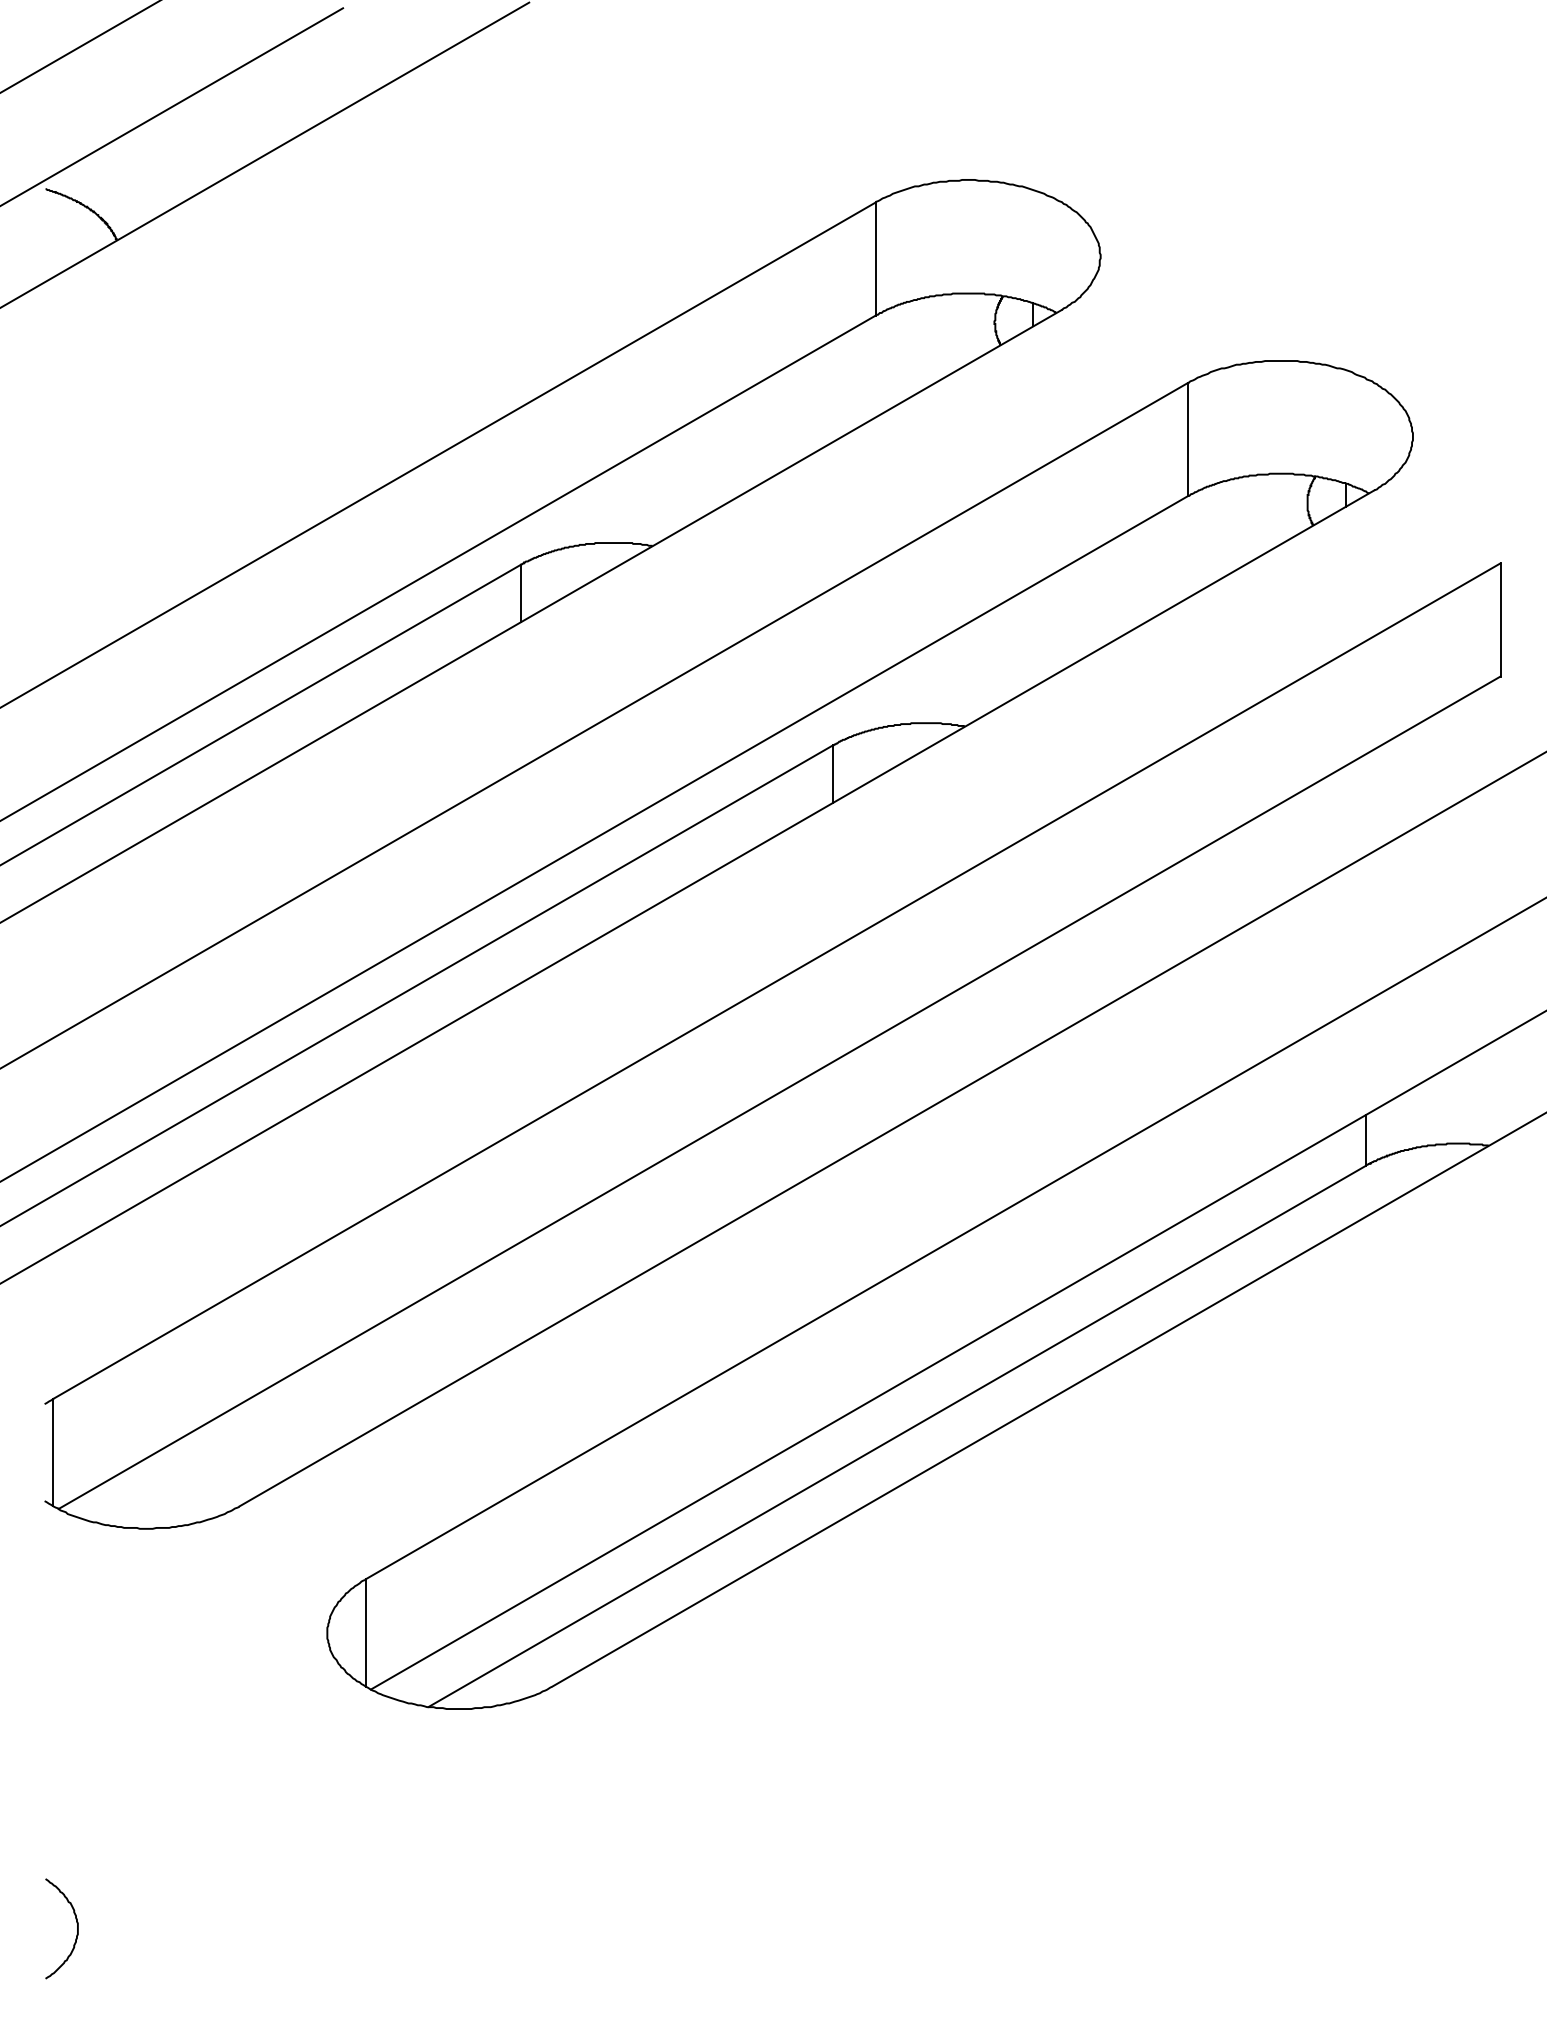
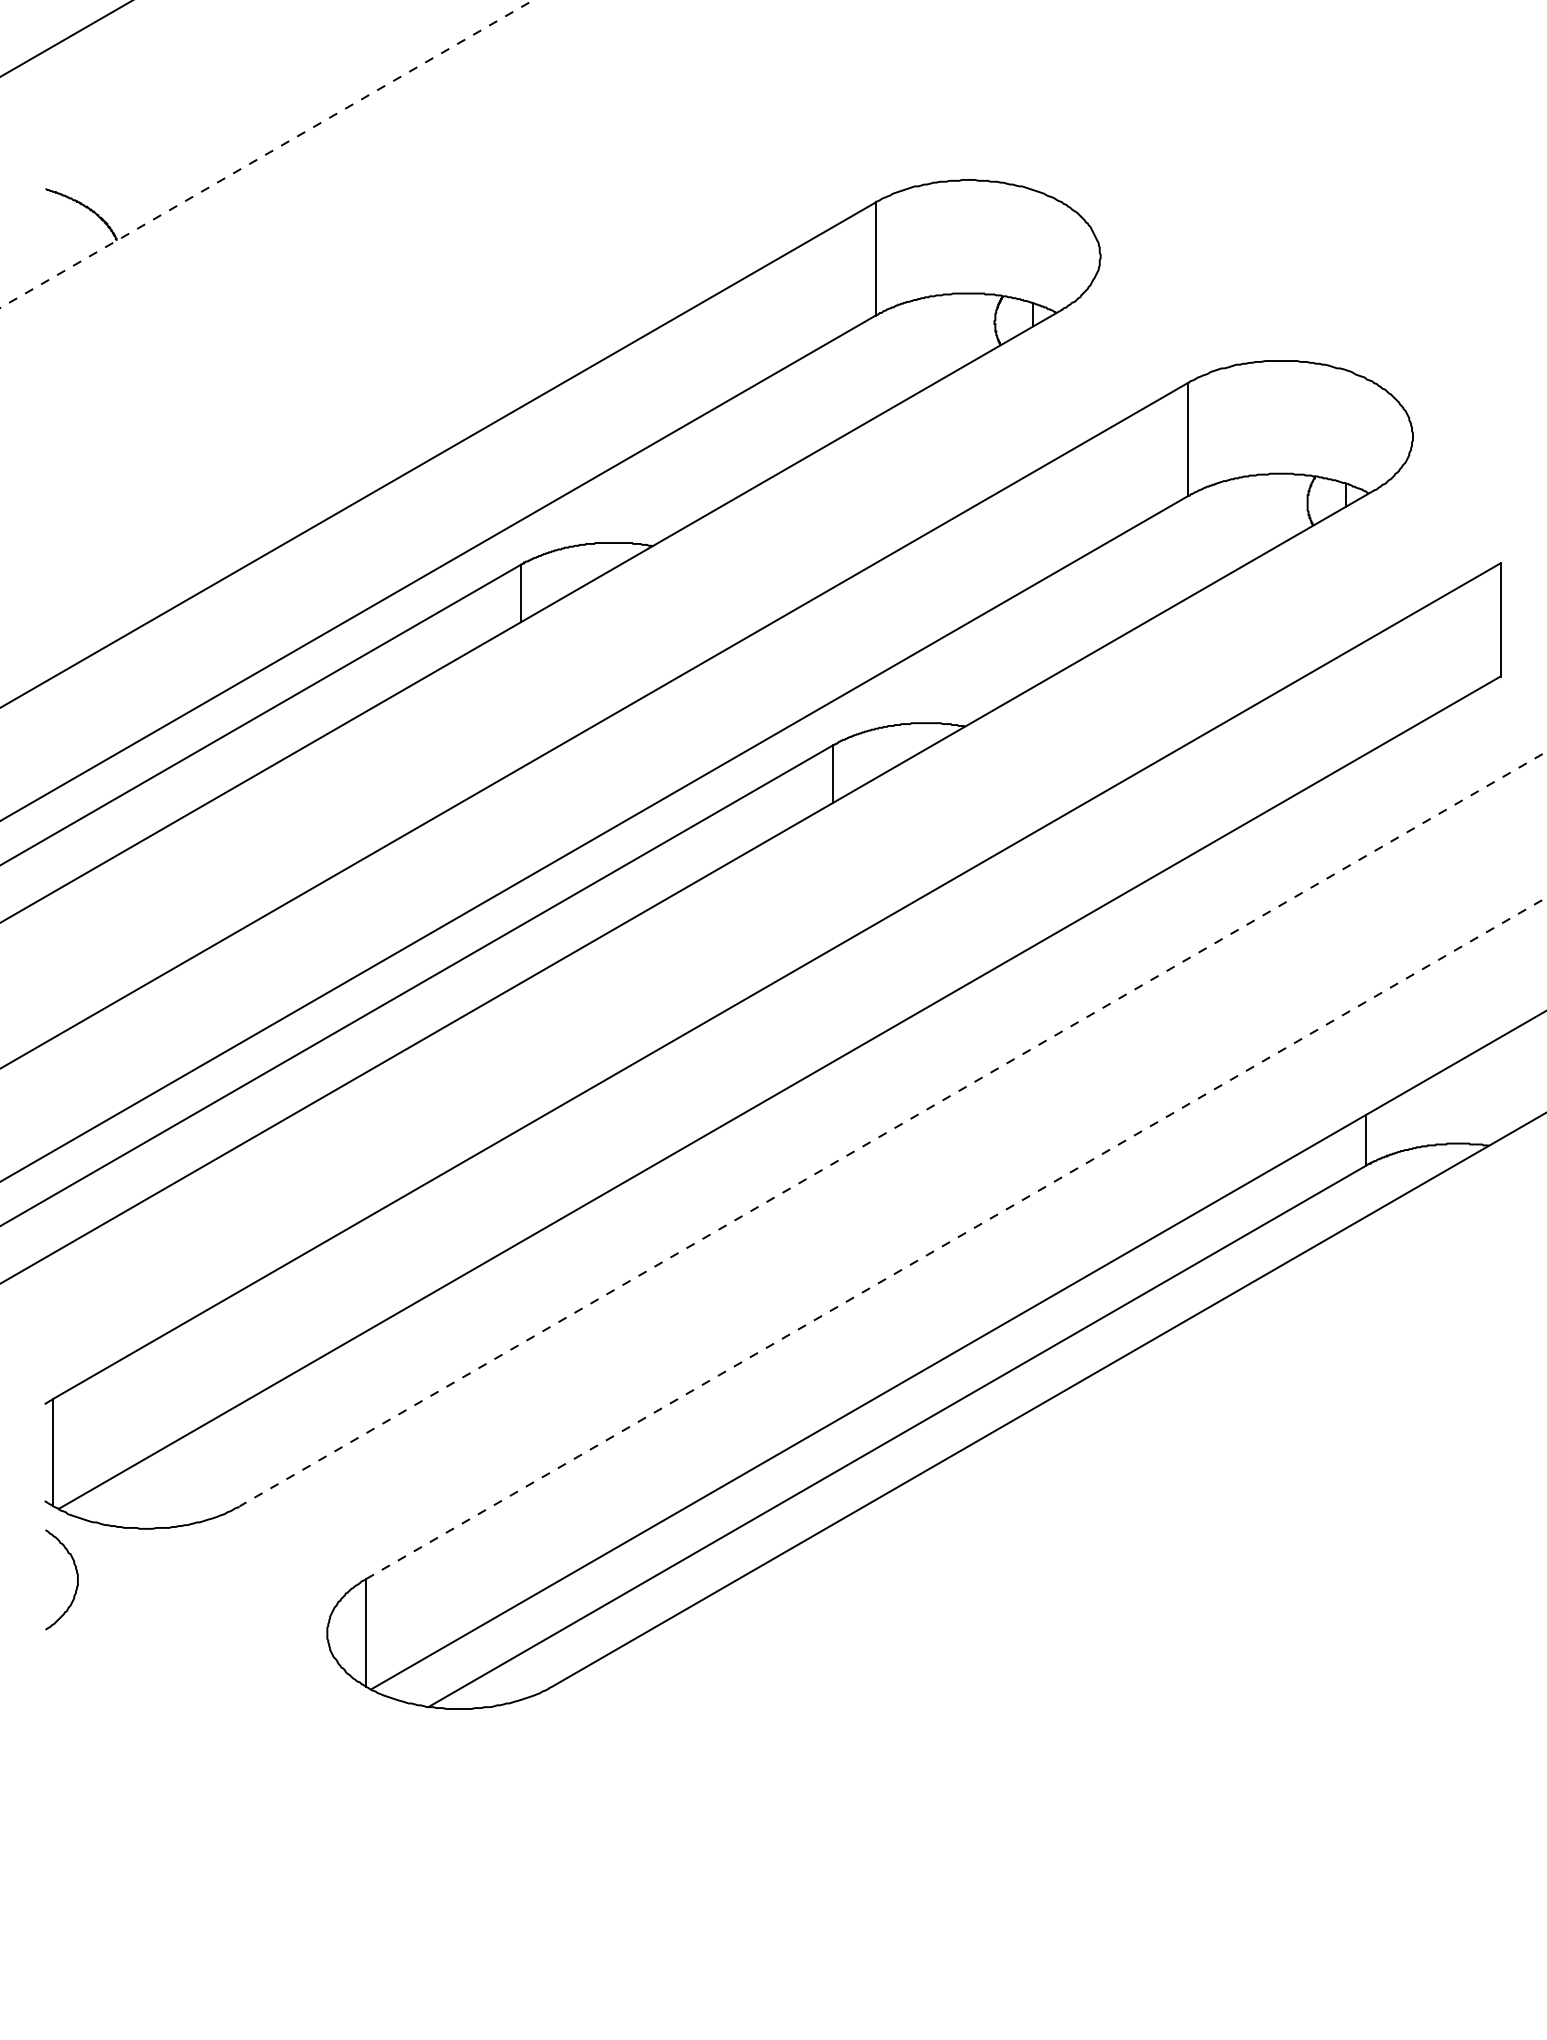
line at (79, 46) position: (79, 46) -> (65, 38)
line at (172, 106): present -> none
line at (264, 155): solid -> dashed
line at (892, 1129): solid -> dashed
line at (956, 1238): solid -> dashed
curve at (76, 1923) position: (76, 1923) -> (76, 1574)
